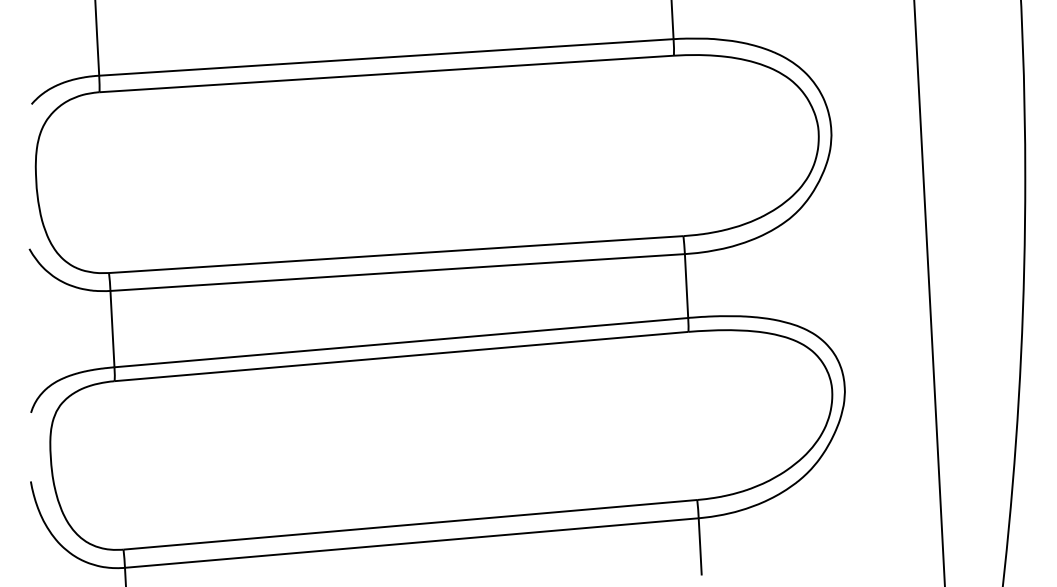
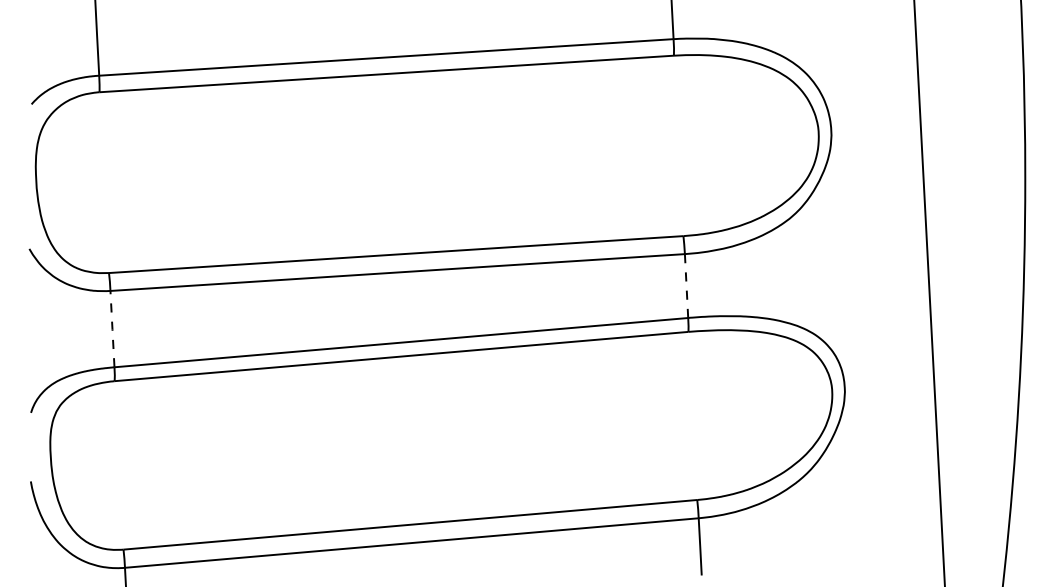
line at (686, 286): solid -> dashed
line at (112, 329): solid -> dashed
